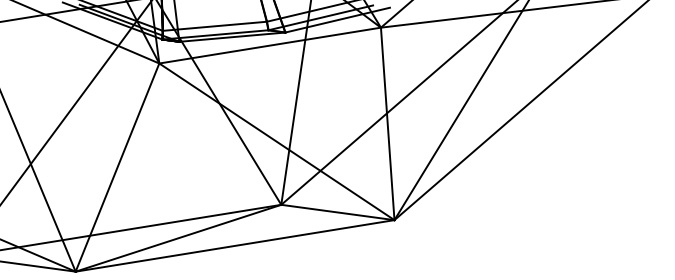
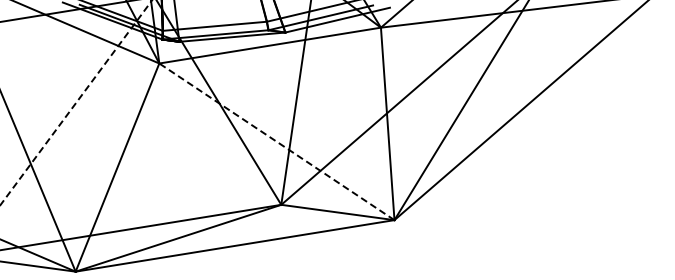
line at (76, 103): solid -> dashed
line at (276, 141): solid -> dashed
